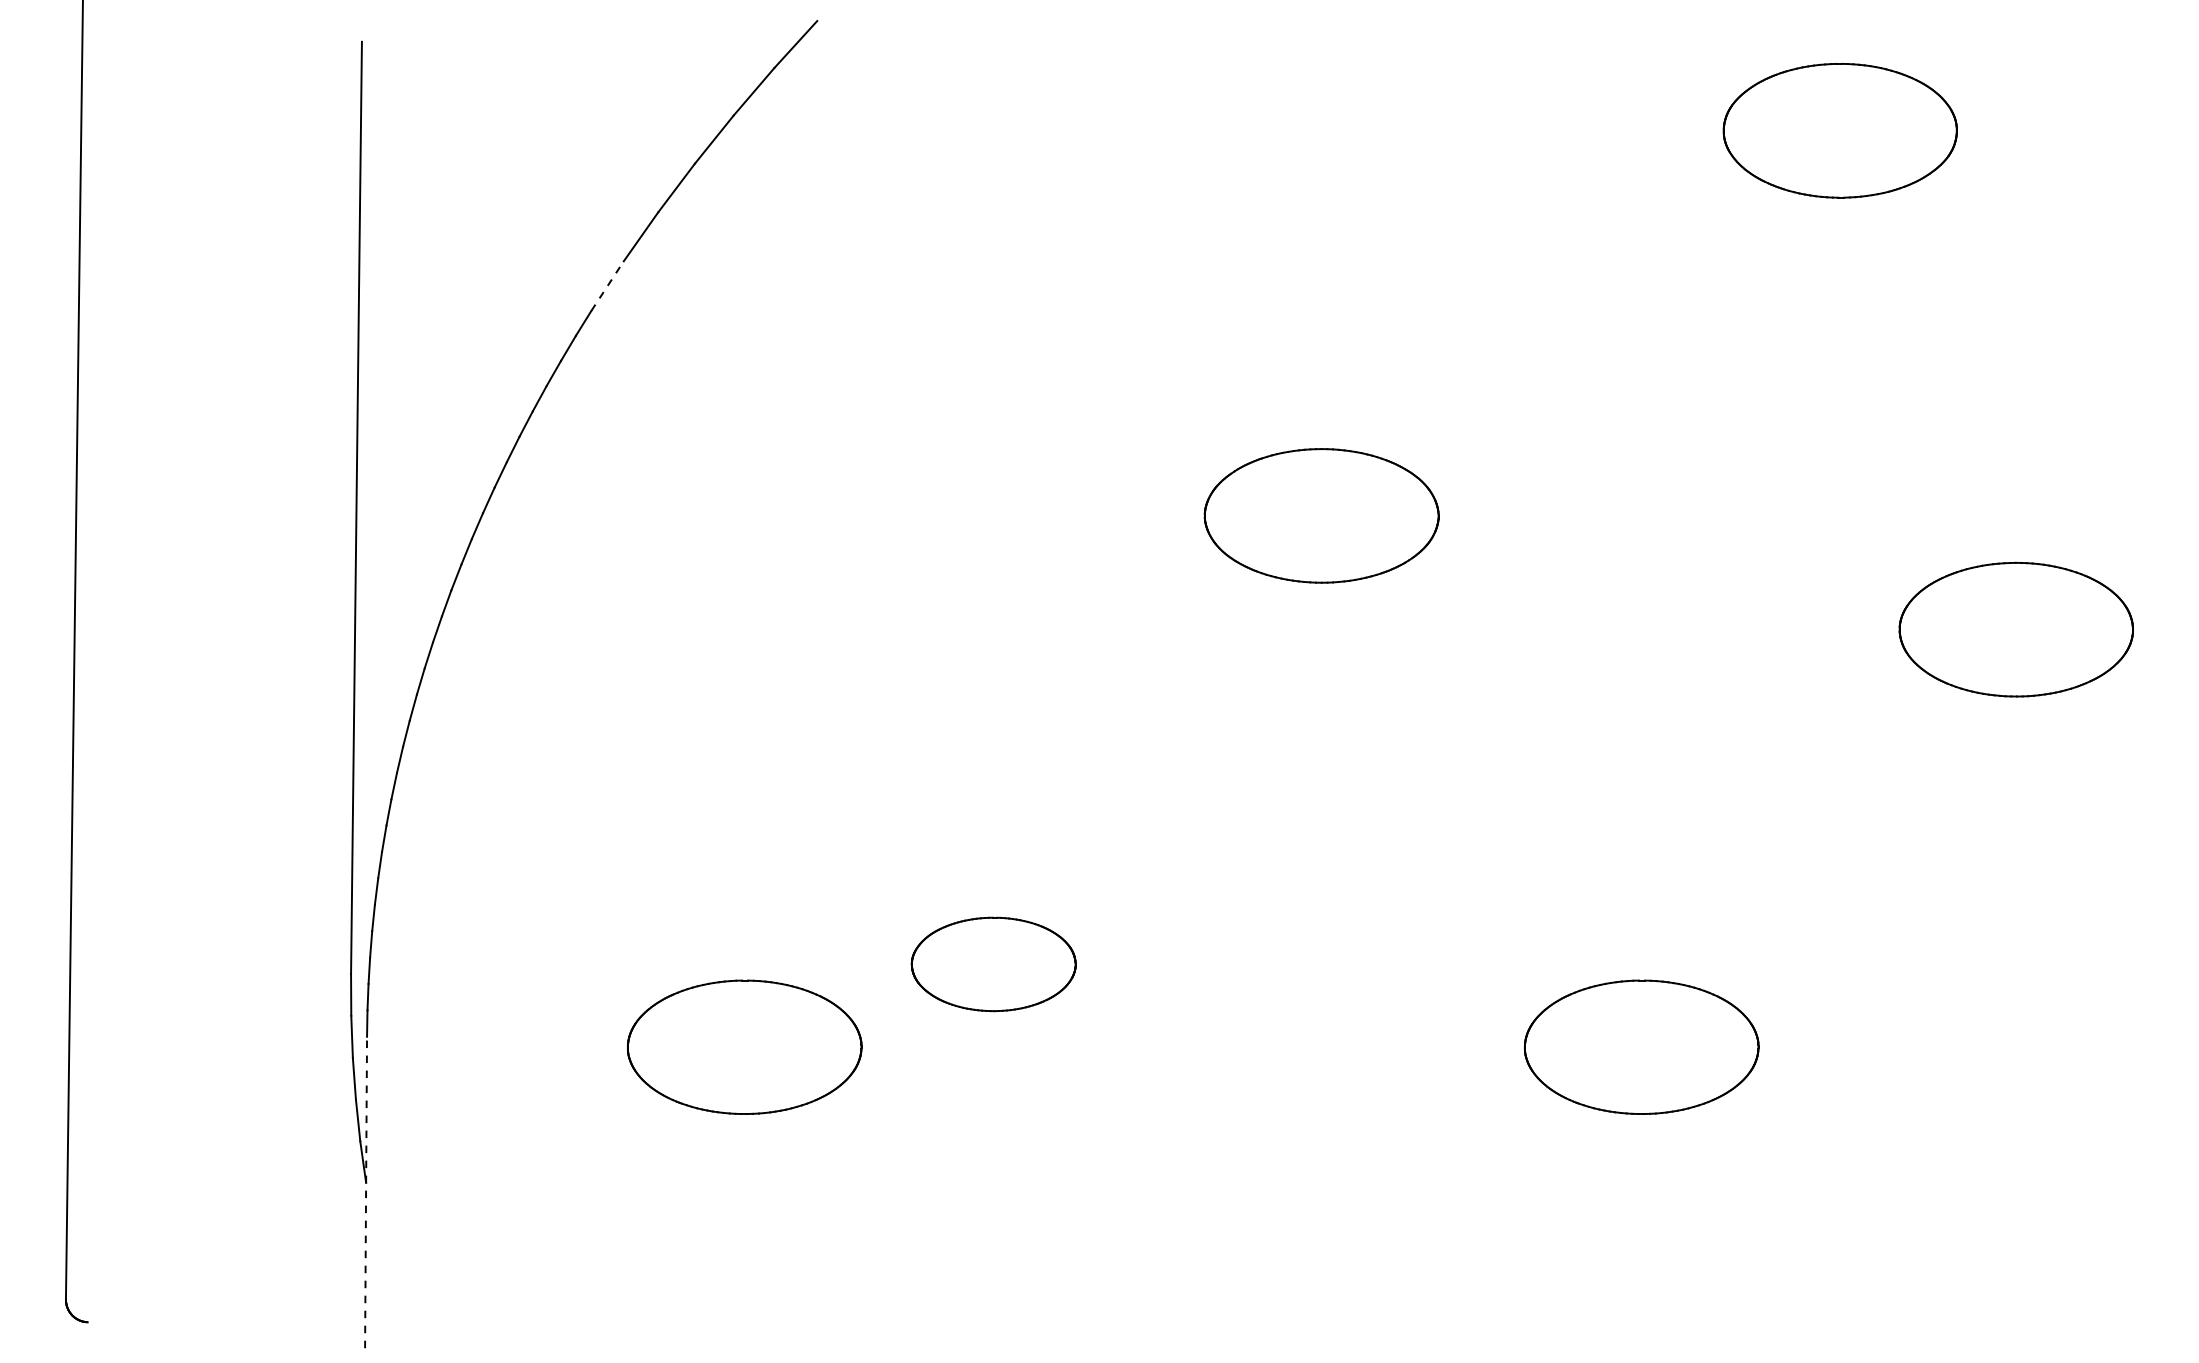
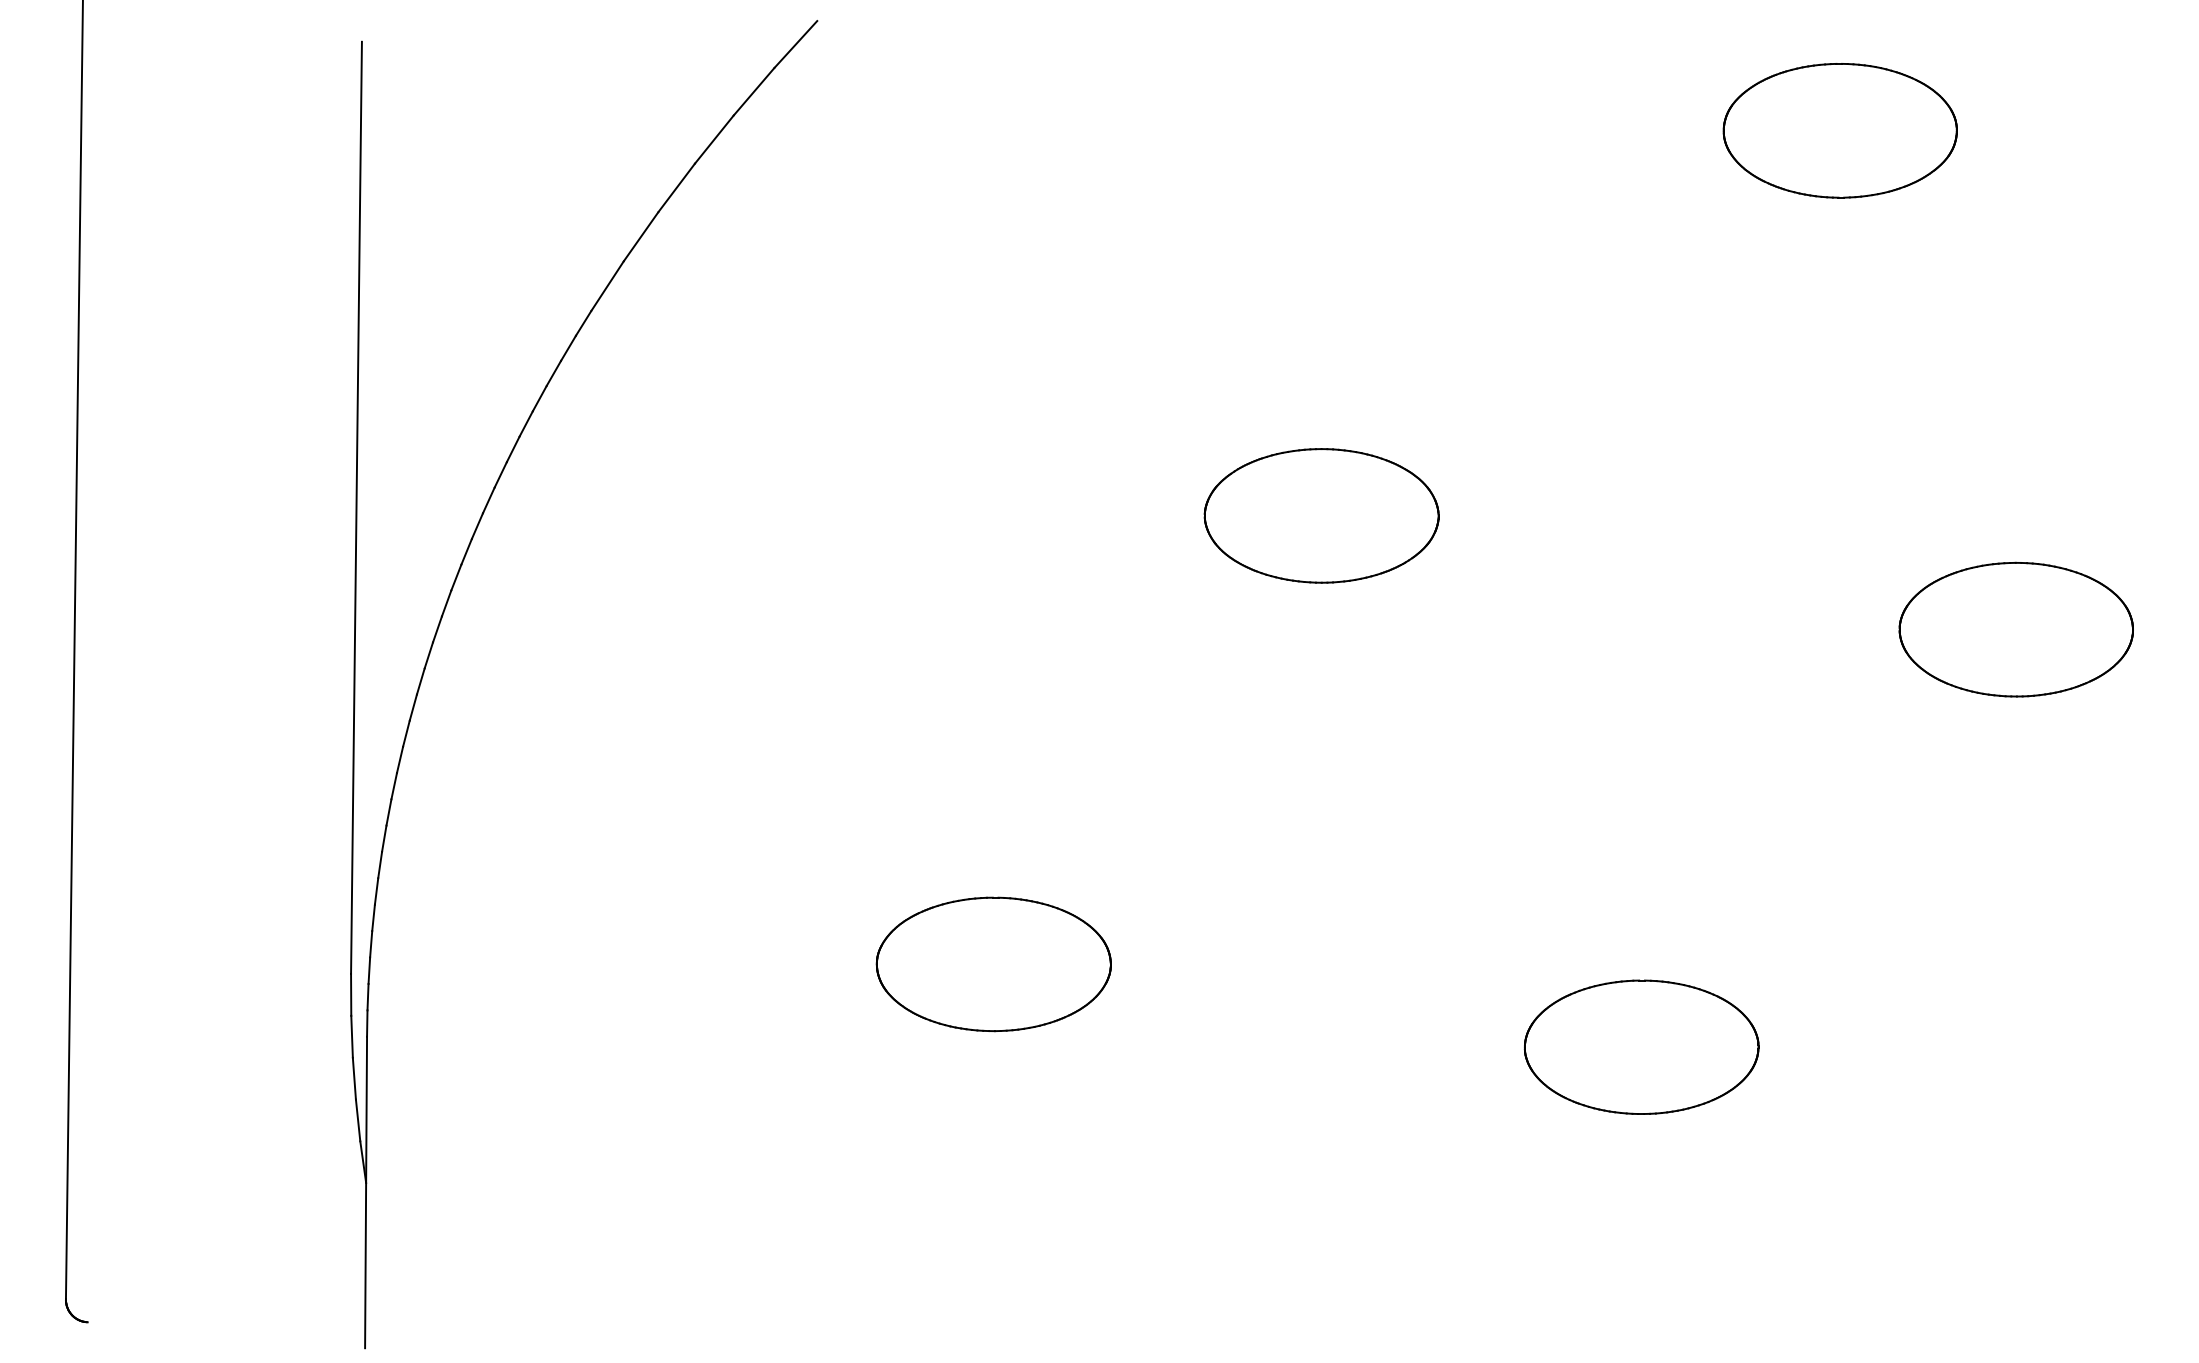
line at (607, 286): dashed -> solid
part at (993, 964) size: 167x97 px -> 237x137 px
part at (744, 1046): present -> none
line at (366, 1192): dashed -> solid
